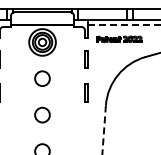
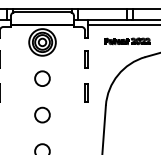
line at (123, 24): dashed -> solid
part at (119, 39) position: (119, 39) -> (127, 41)
line at (104, 129): dashed -> solid
